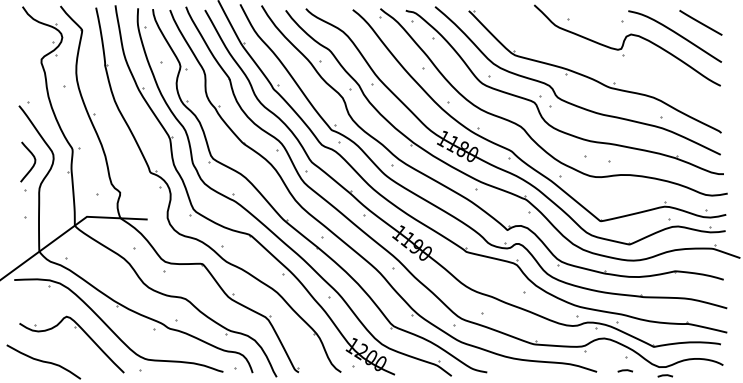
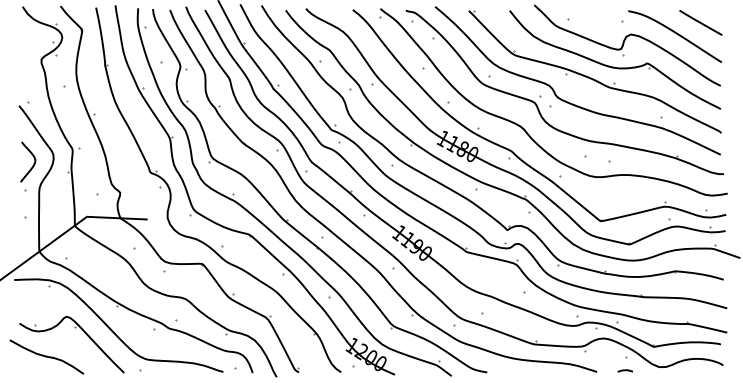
part at (614, 66): none -> present
curve at (43, 361) position: (43, 361) -> (46, 356)
line at (664, 375): present -> none
